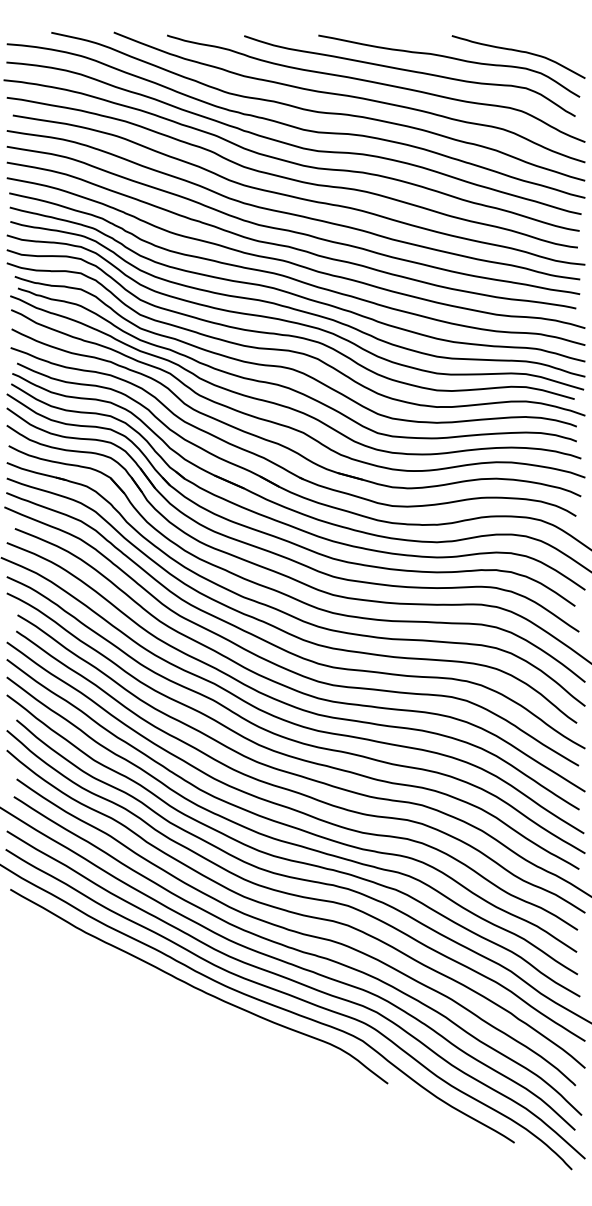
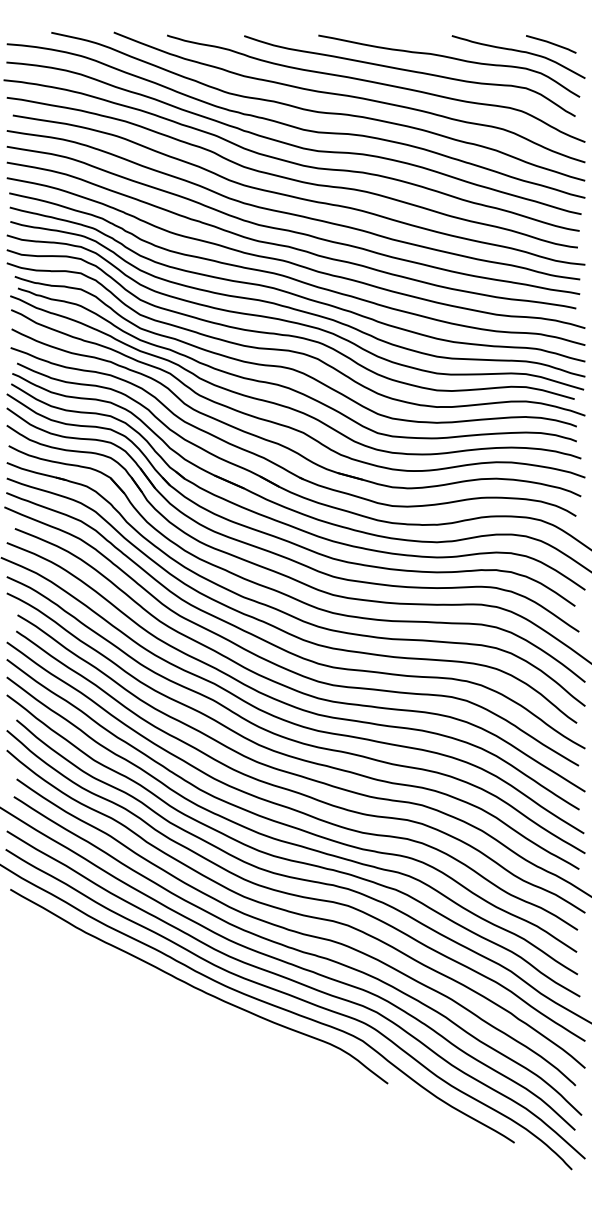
line at (551, 44): none -> present
